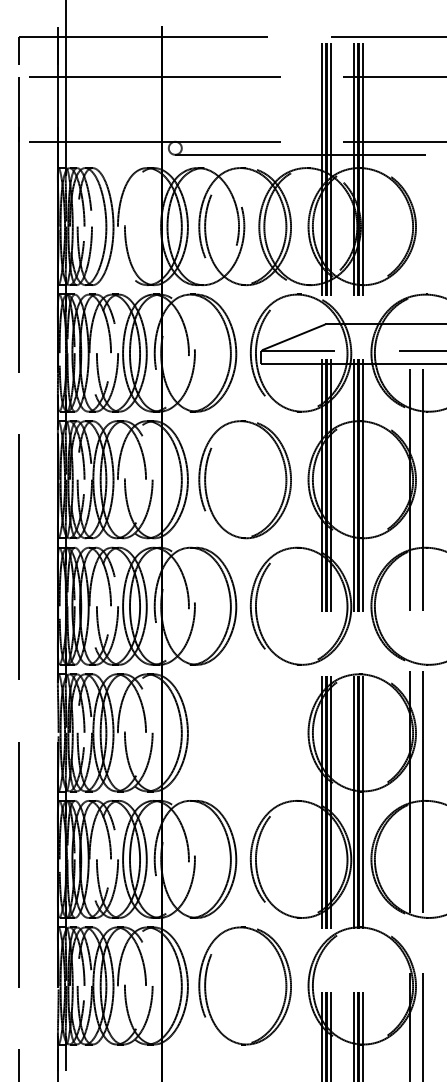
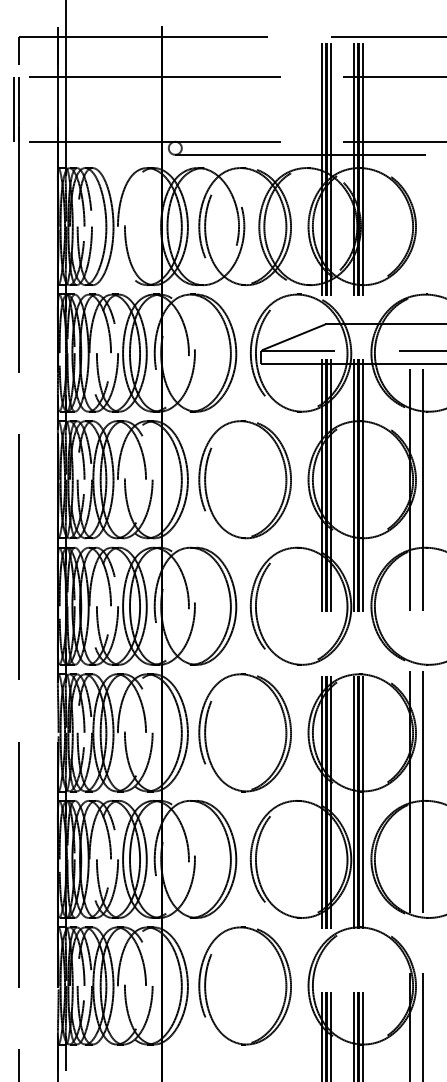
line at (13, 108): none -> present
part at (206, 730): none -> present
